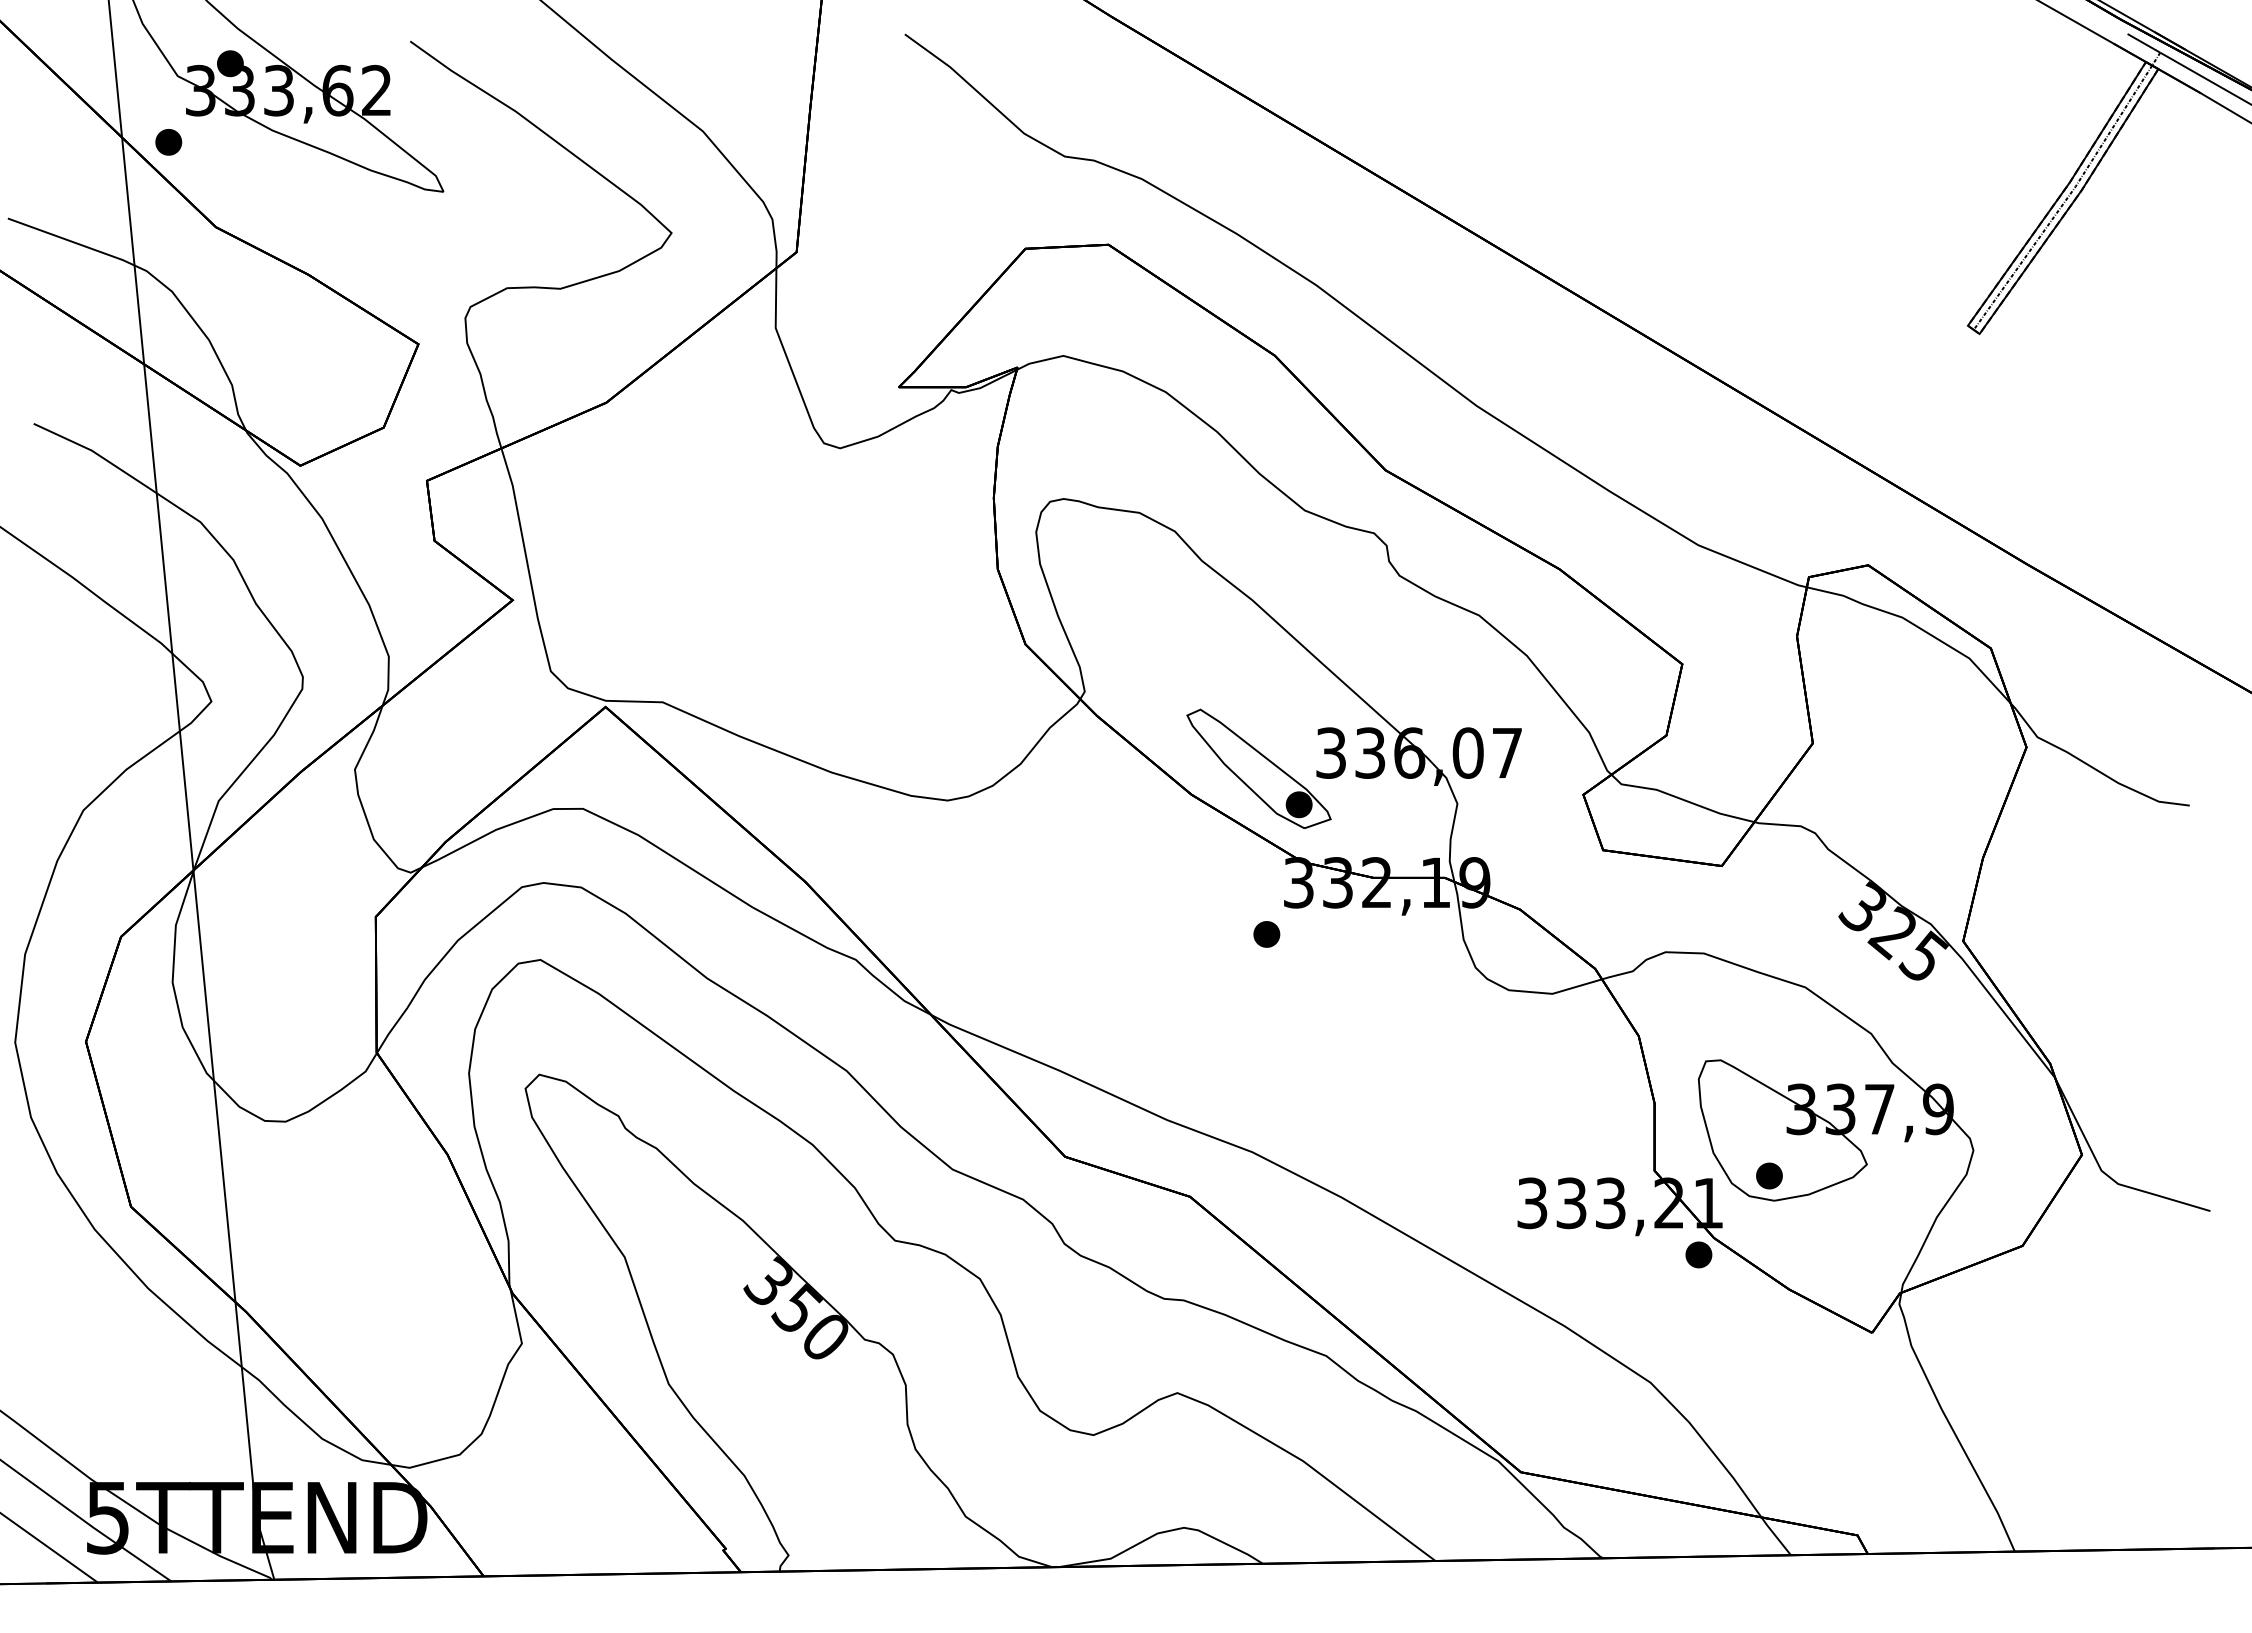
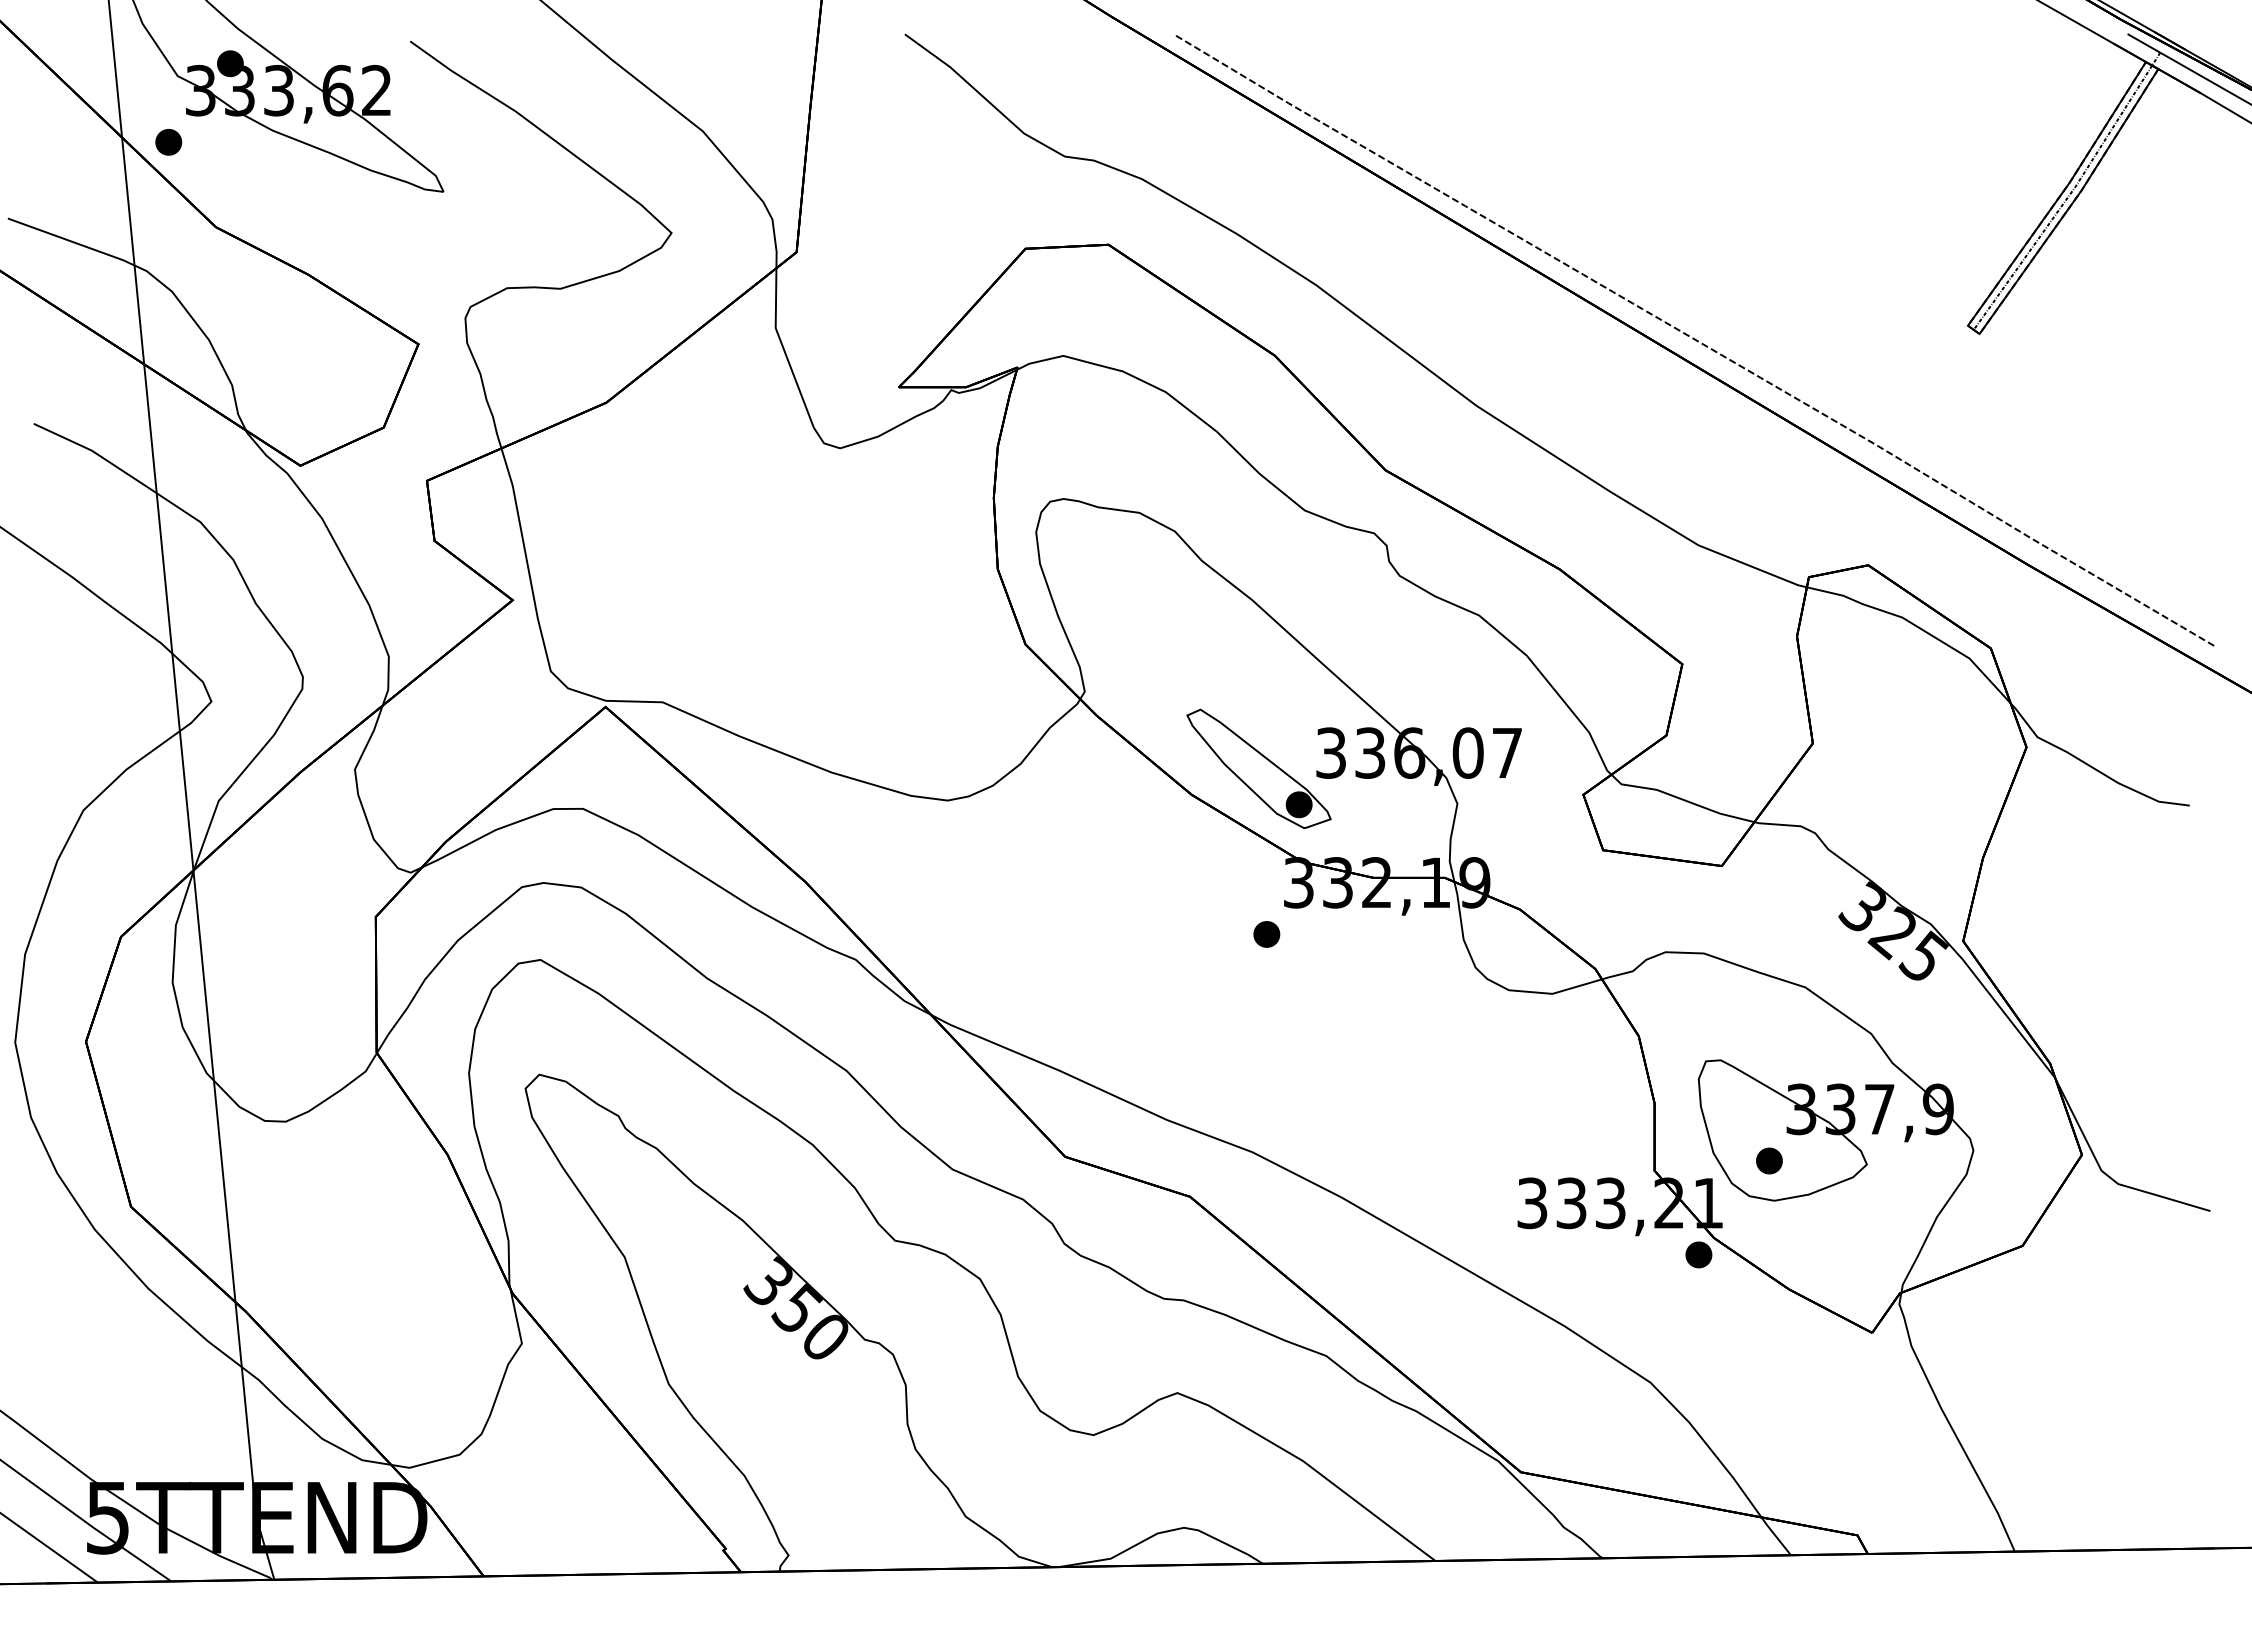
curve at (1694, 340): none -> present
part at (1769, 1175) position: (1769, 1175) -> (1769, 1160)
